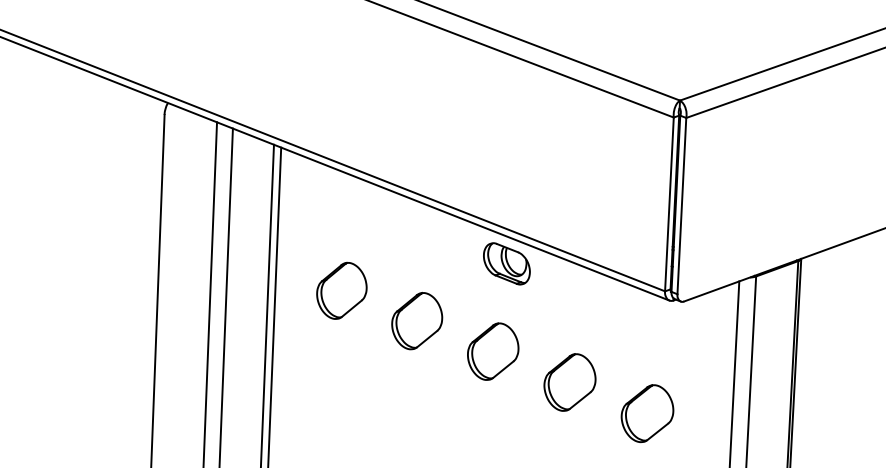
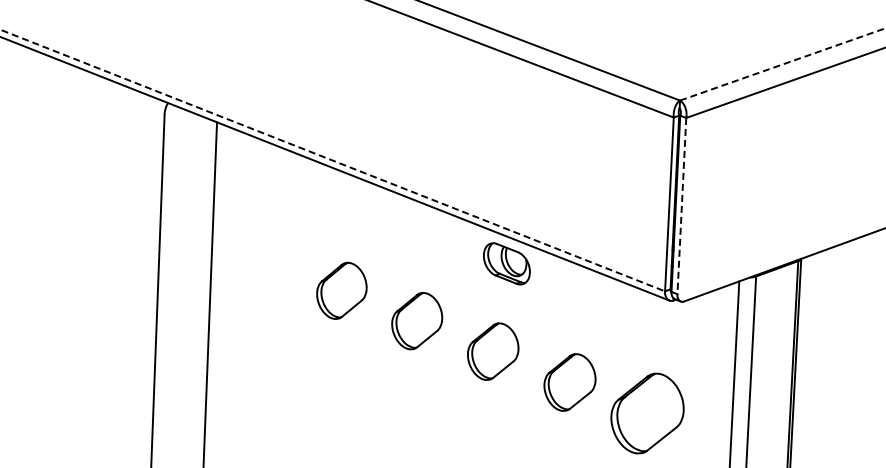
line at (782, 64): solid -> dashed
line at (332, 160): solid -> dashed
line at (681, 206): solid -> dashed
line at (225, 296): present -> none
line at (267, 304): present -> none
line at (274, 305): present -> none
part at (647, 413) size: 55x60 px -> 75x83 px
